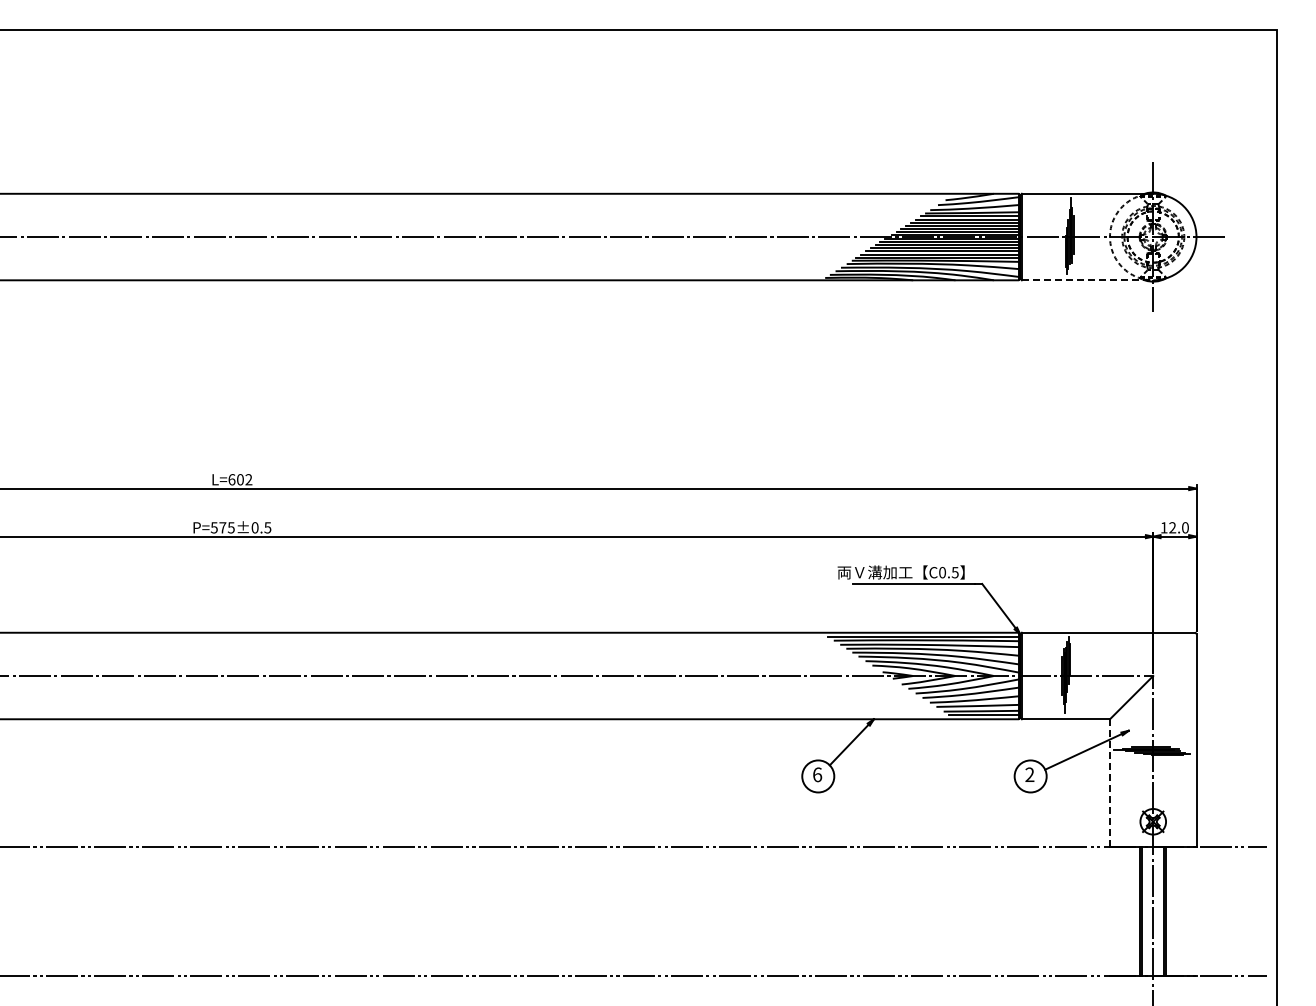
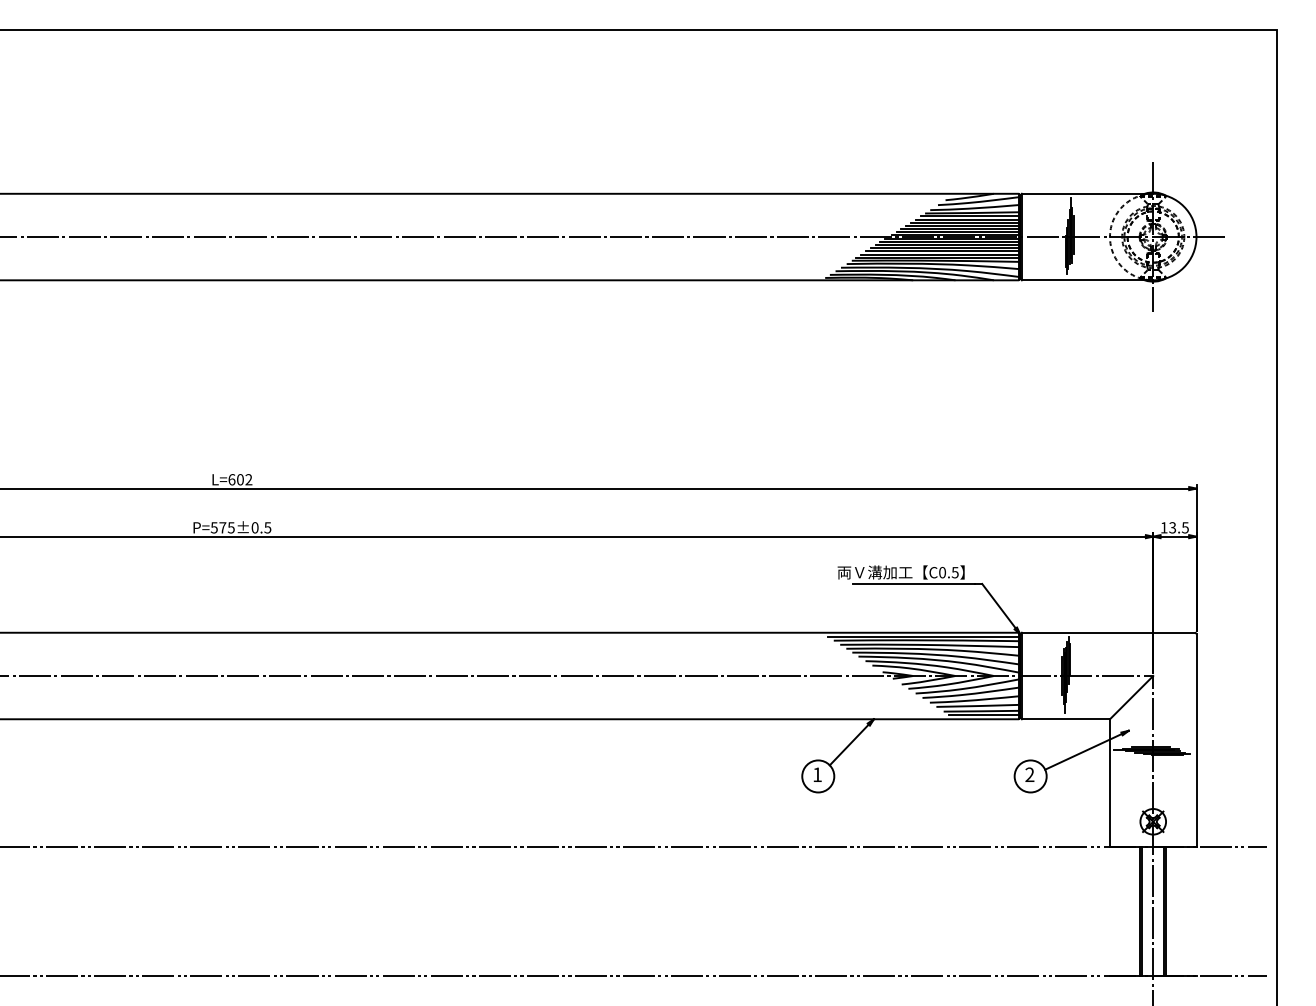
line at (1087, 280): dashed -> solid
text at (1178, 527): 12.0 -> 13.5
text at (817, 774): 6 -> 1
line at (1109, 782): dashed -> solid
